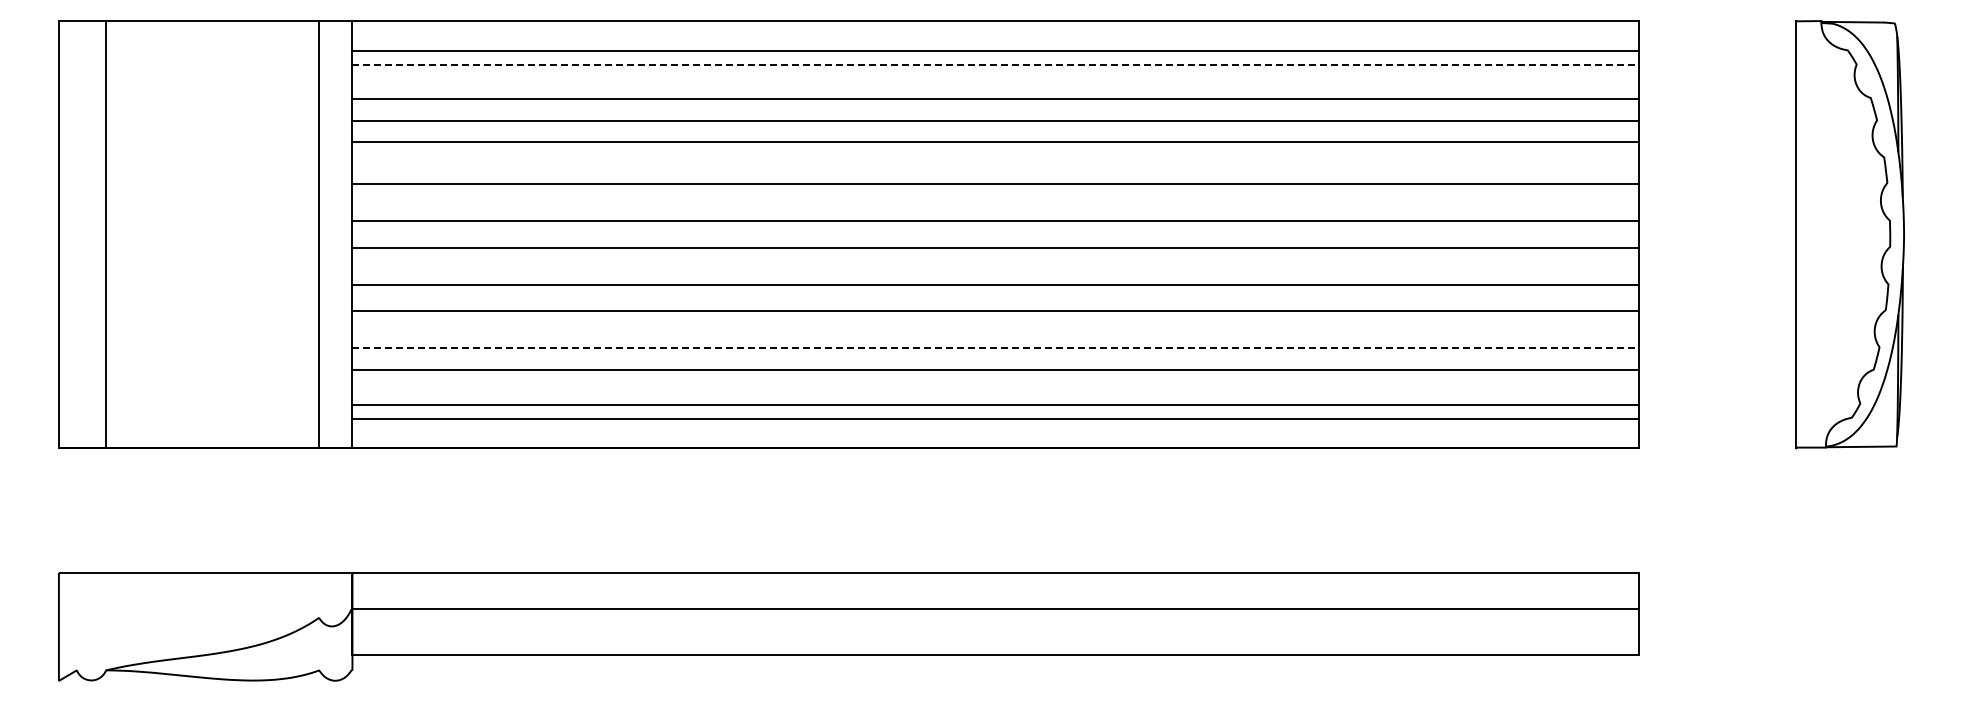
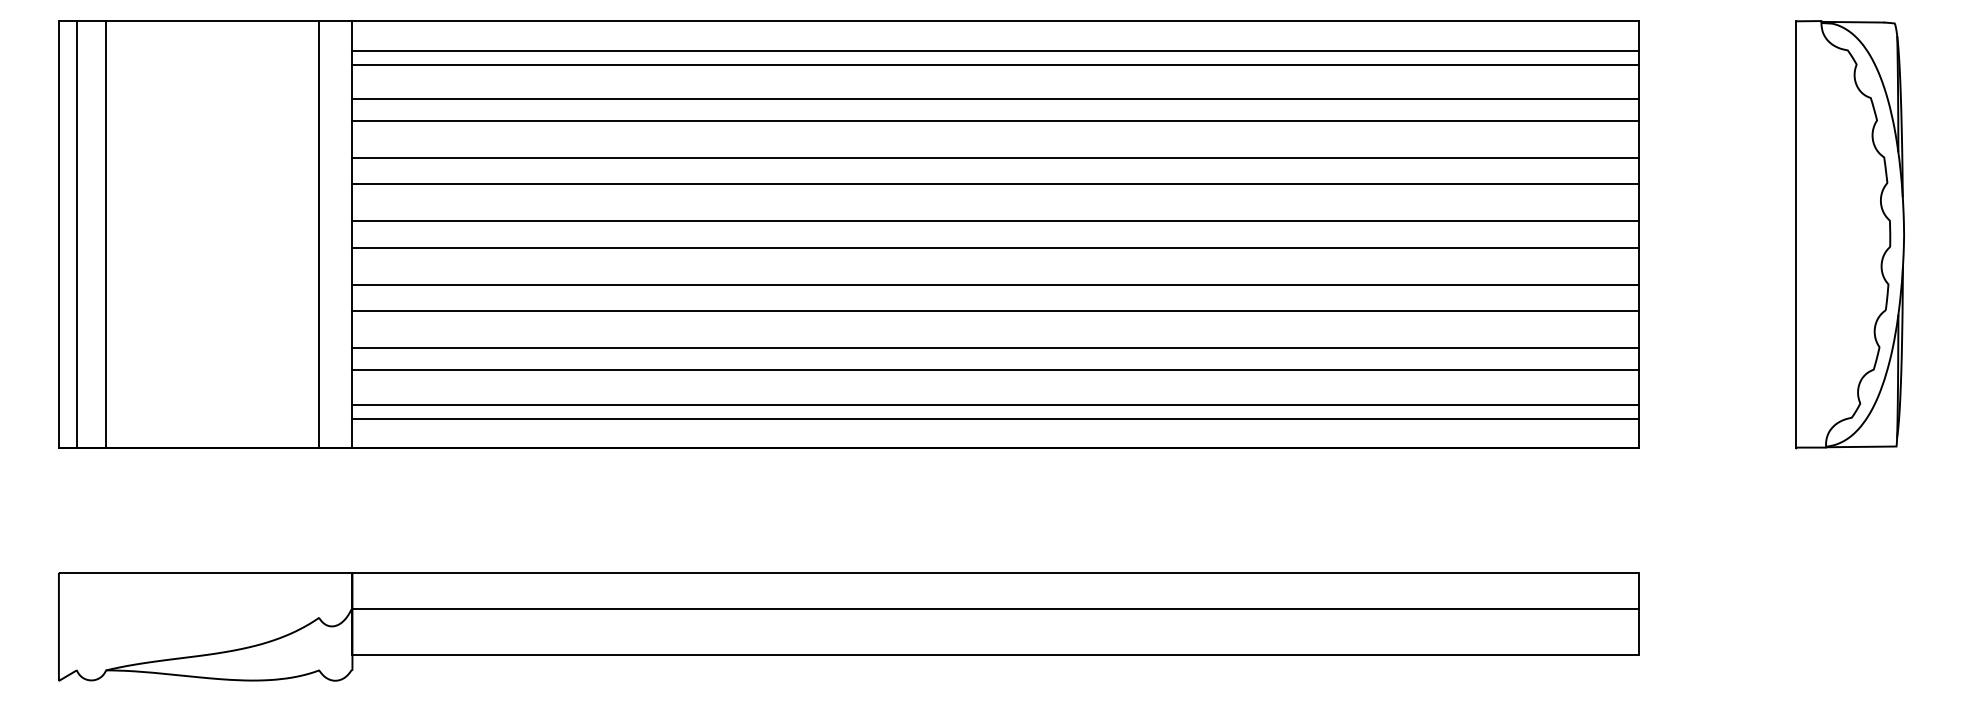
line at (996, 64): dashed -> solid
line at (995, 142) position: (995, 142) -> (995, 158)
line at (76, 234): none -> present
line at (996, 348): dashed -> solid
